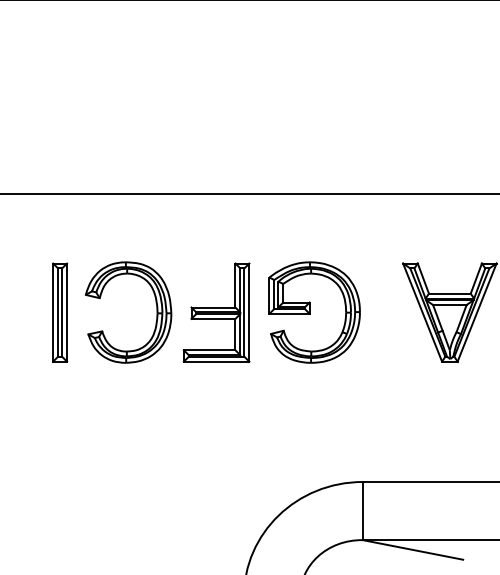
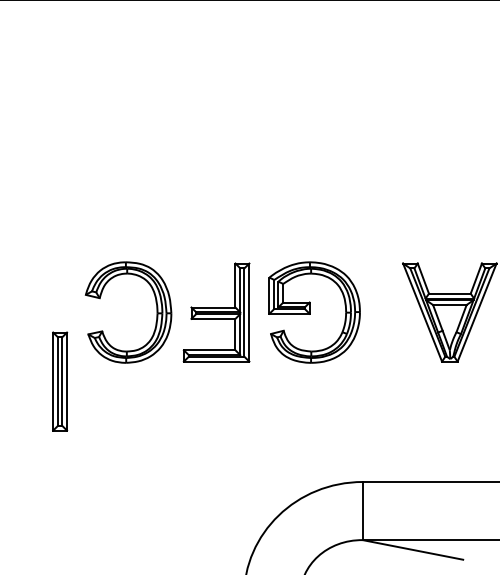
line at (249, 193): present -> none
part at (60, 312) position: (60, 312) -> (60, 381)
